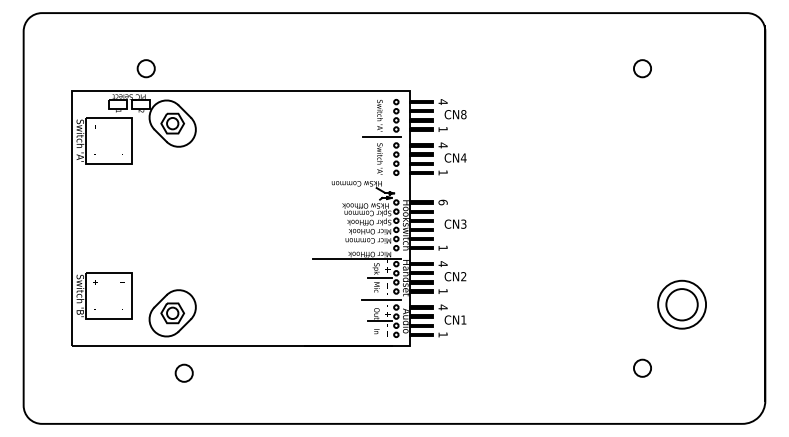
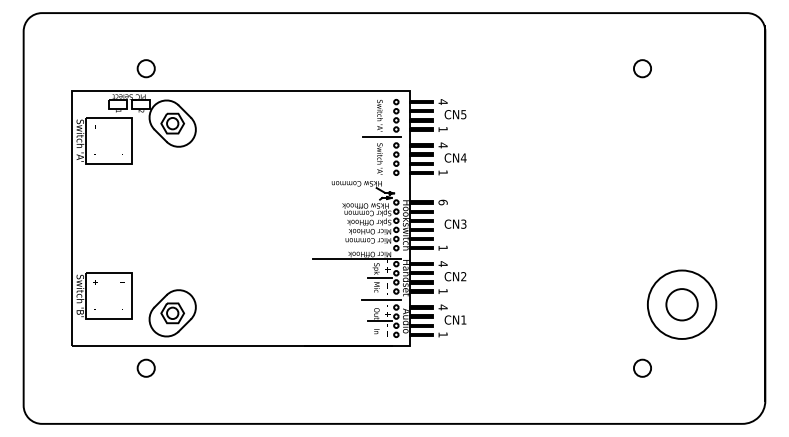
text at (463, 114): CN8 -> CN5
circle at (682, 304) diameter: 48 px -> 68 px
circle at (183, 372) position: (183, 372) -> (145, 367)
